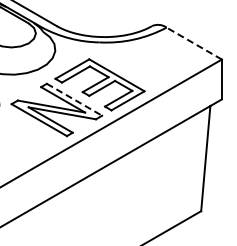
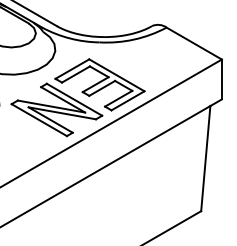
line at (194, 43): dashed -> solid
line at (74, 99): dashed -> solid
